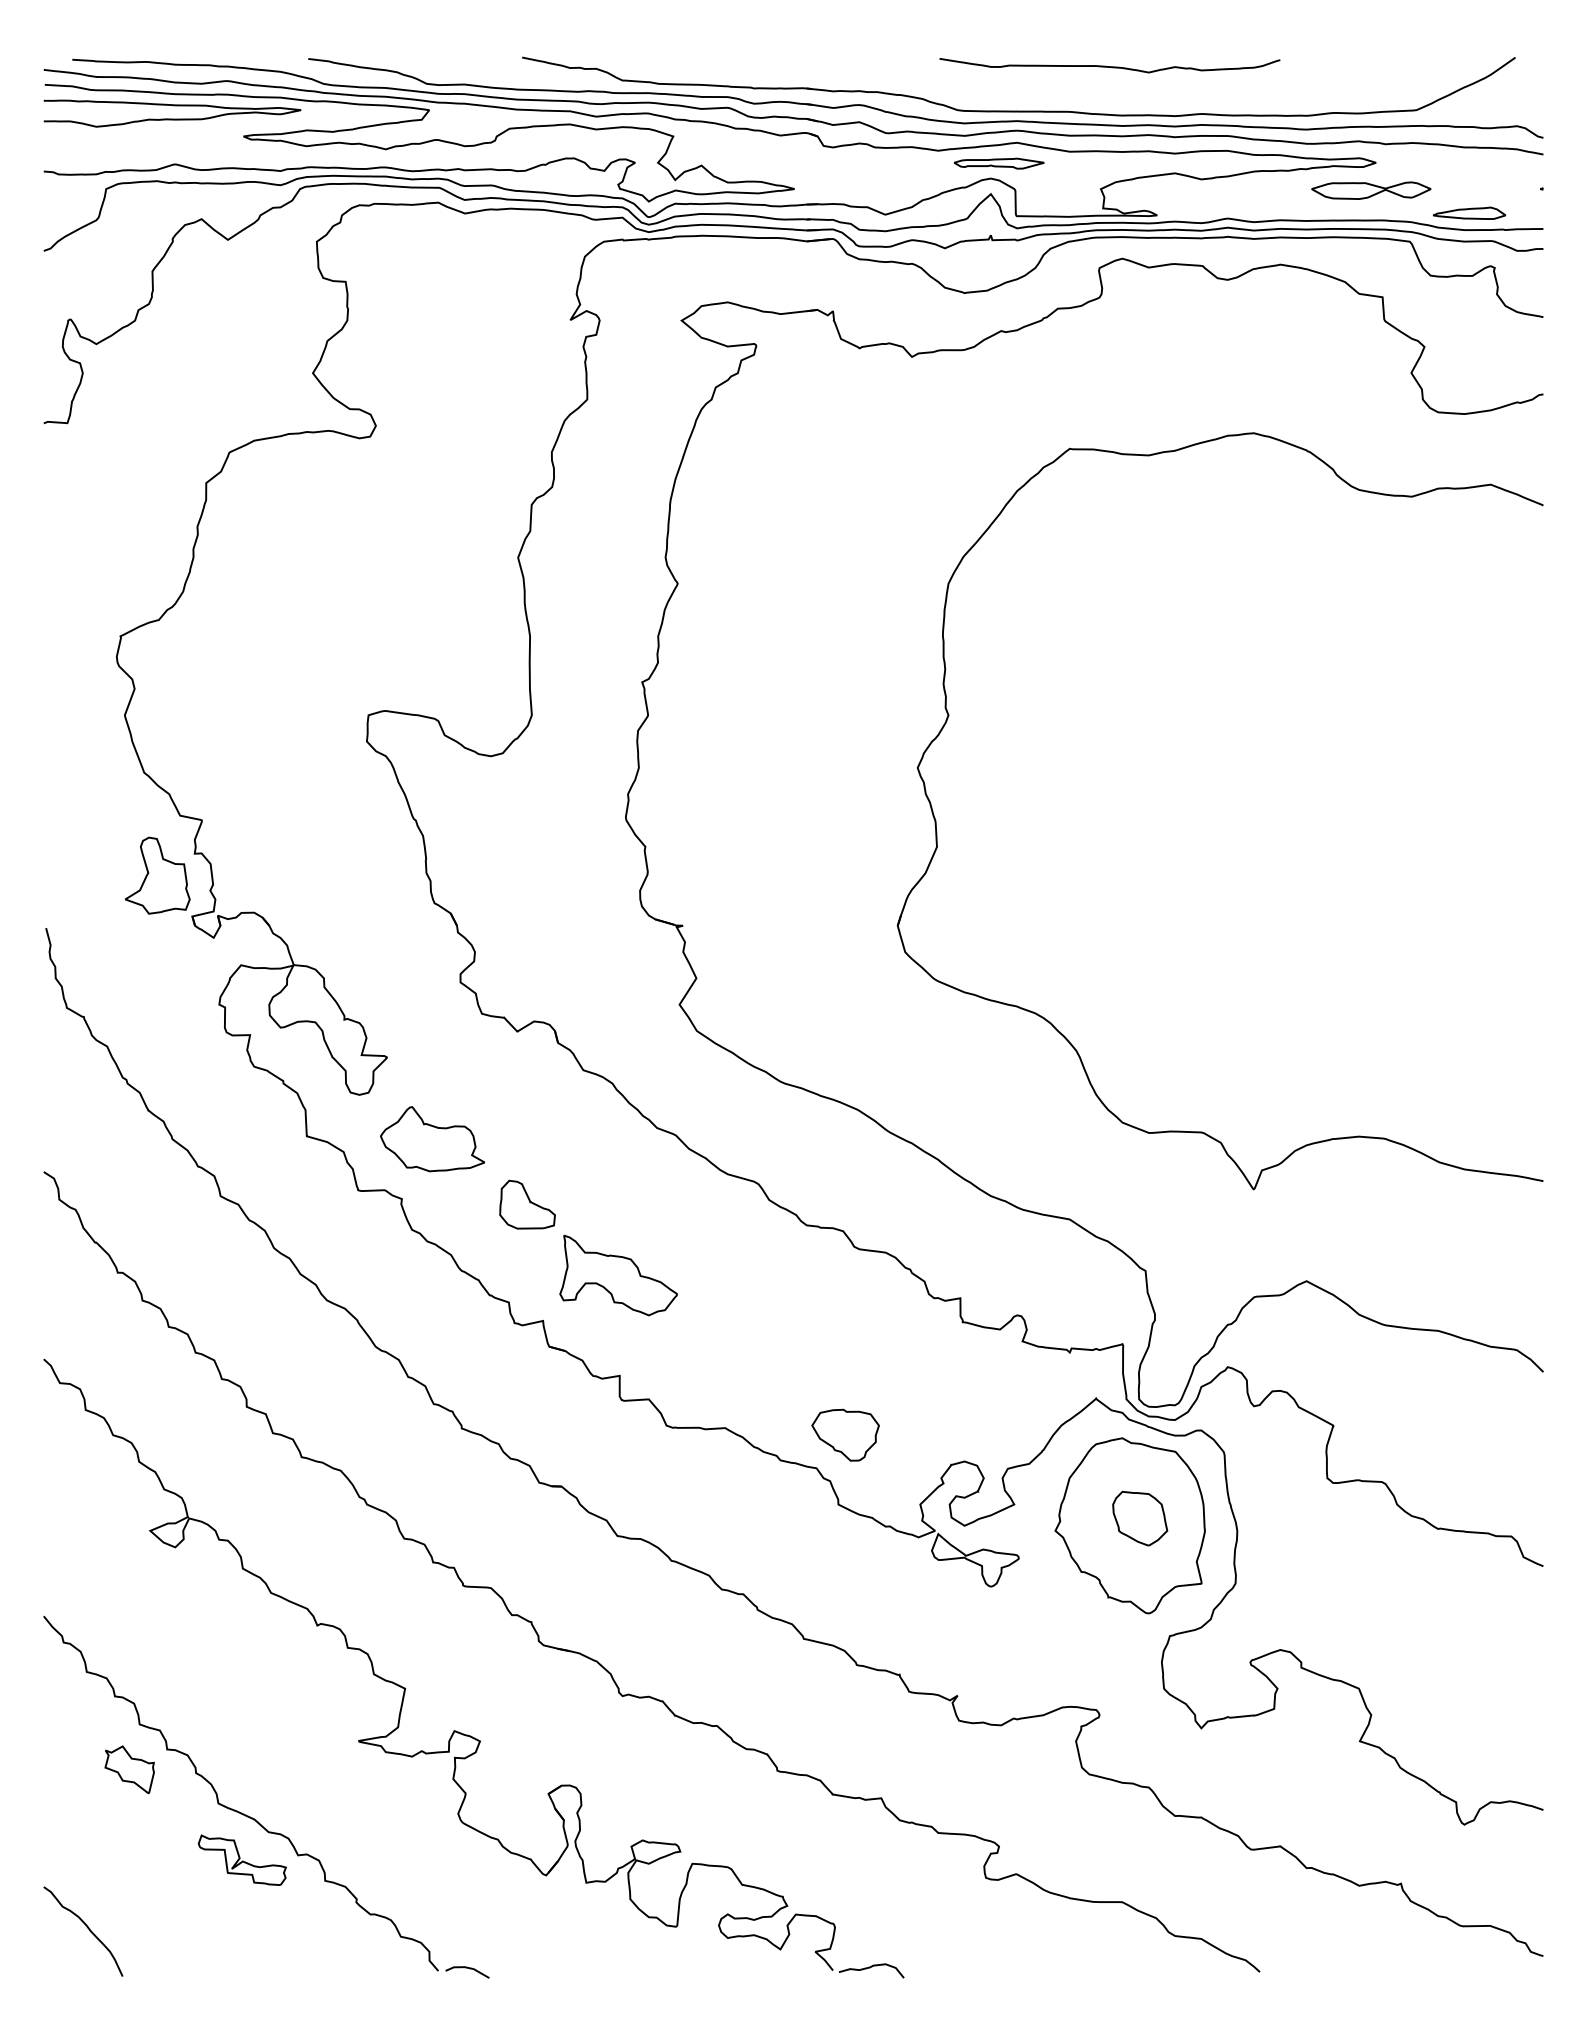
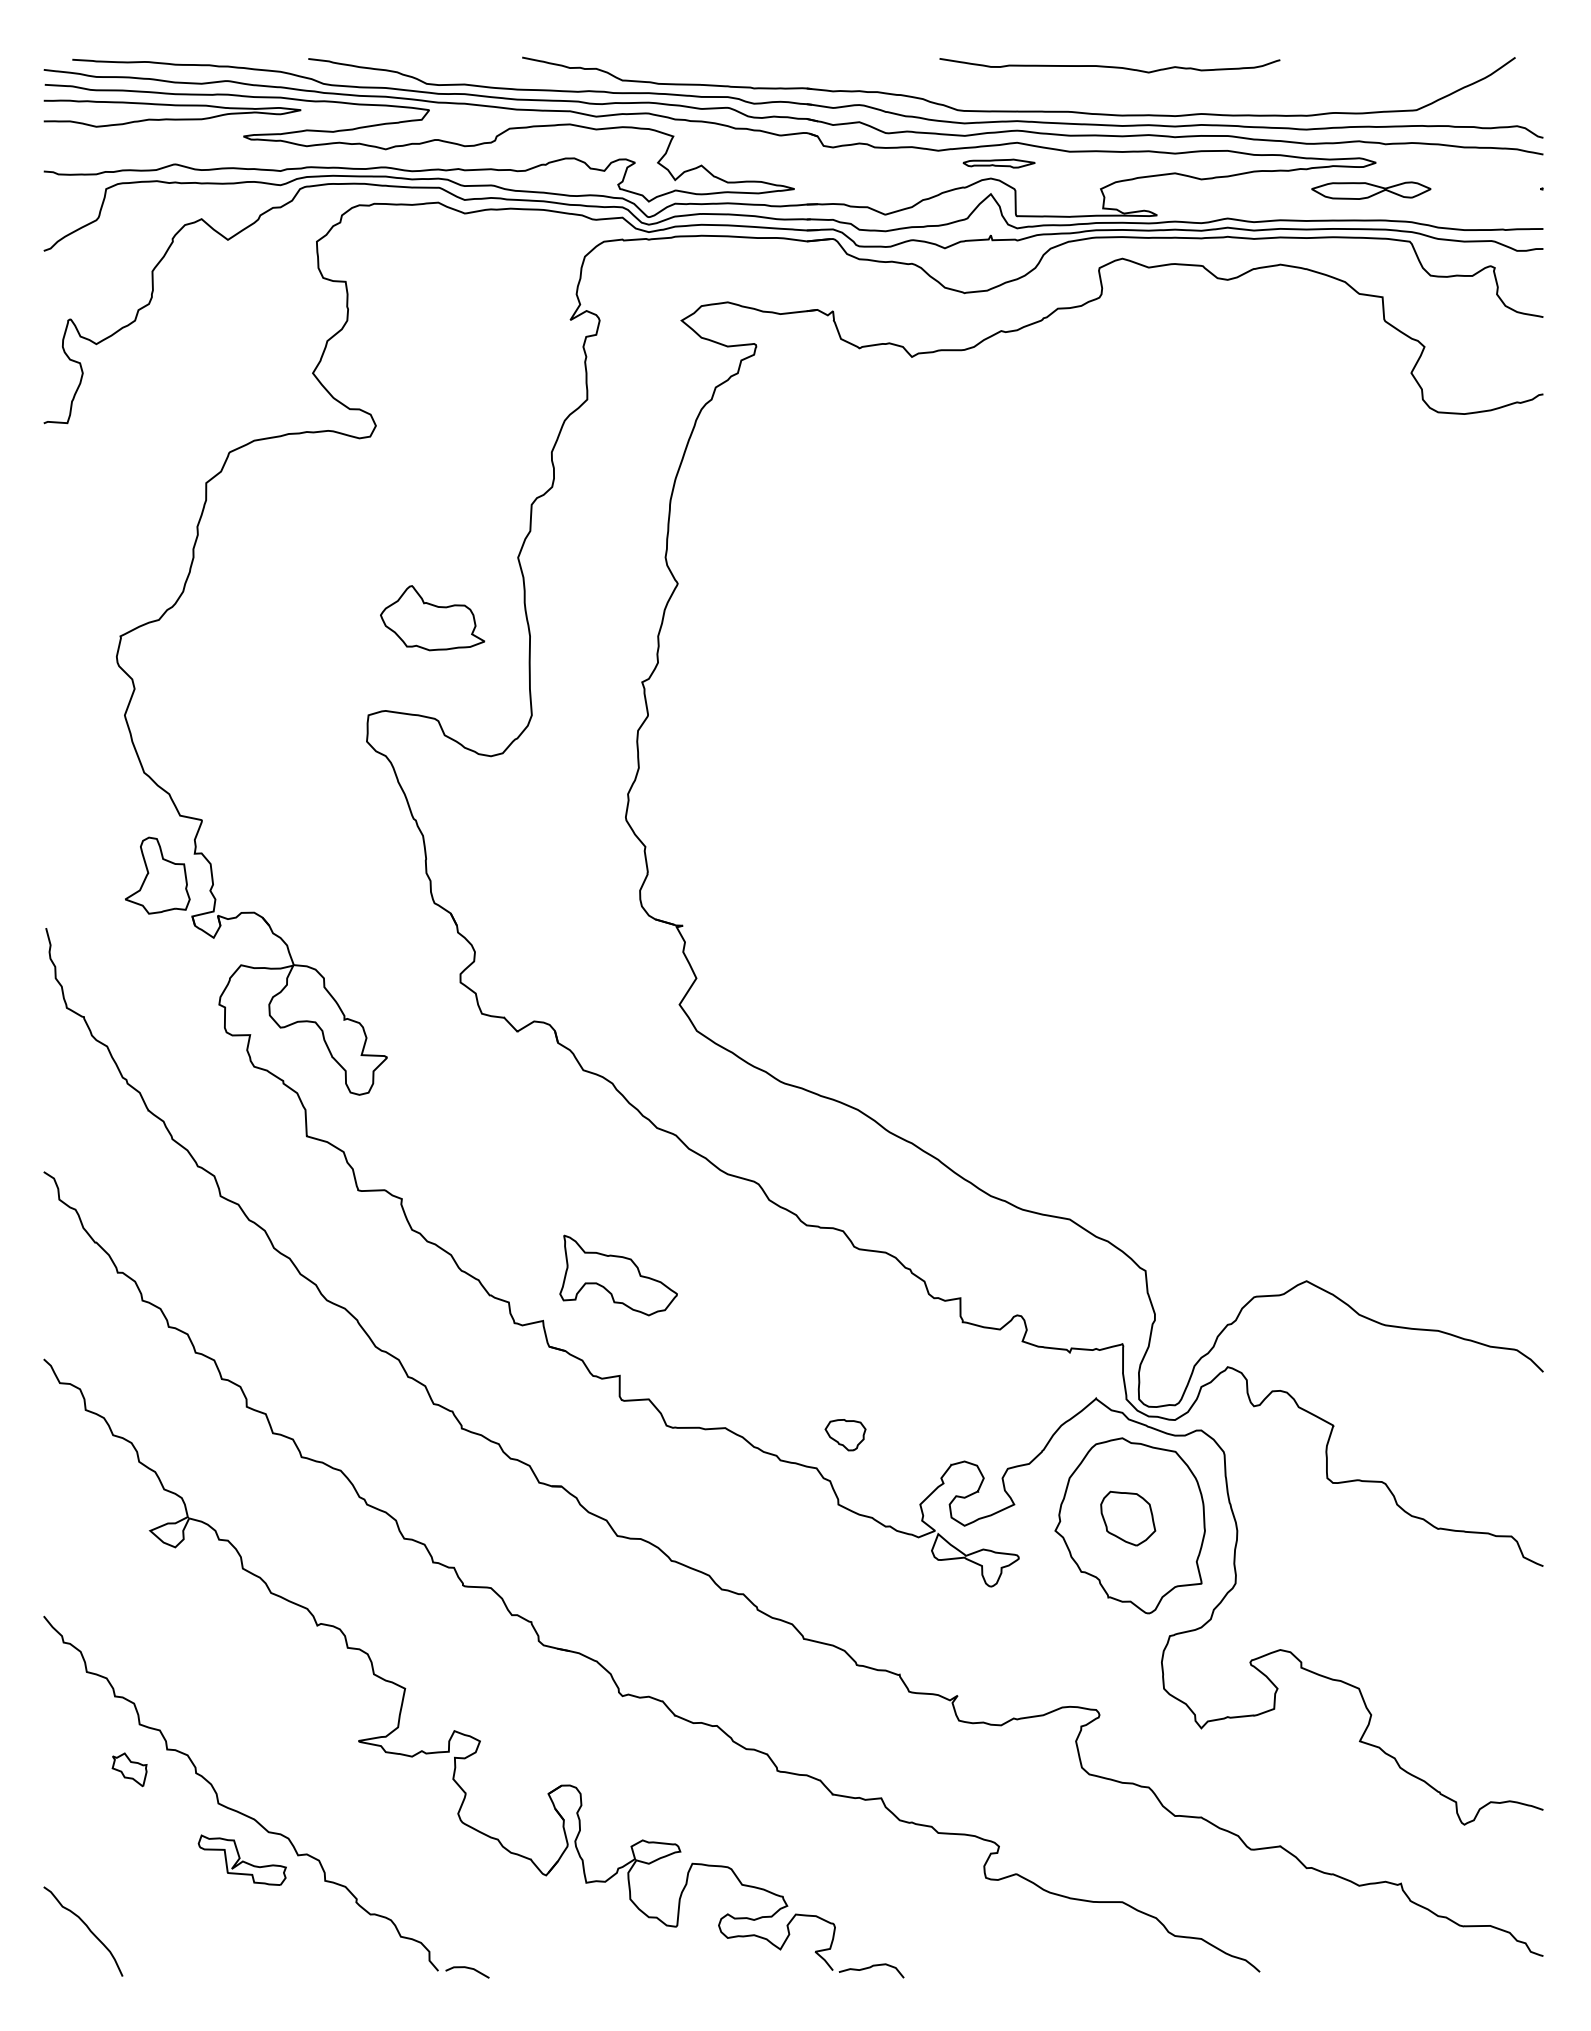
part at (998, 163) size: 92x13 px -> 74x11 px
part at (1469, 212): present -> none
part at (1051, 1022): present -> none
part at (432, 1139) position: (432, 1139) -> (432, 618)
part at (527, 1204): present -> none
part at (845, 1434) size: 69x54 px -> 43x33 px
part at (1140, 1518) position: (1140, 1518) -> (1128, 1518)
part at (129, 1769) size: 51x50 px -> 37x36 px
